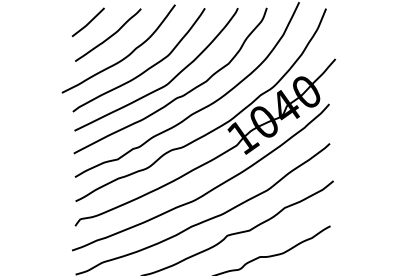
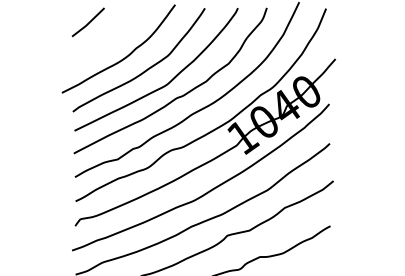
curve at (110, 35): present -> none
